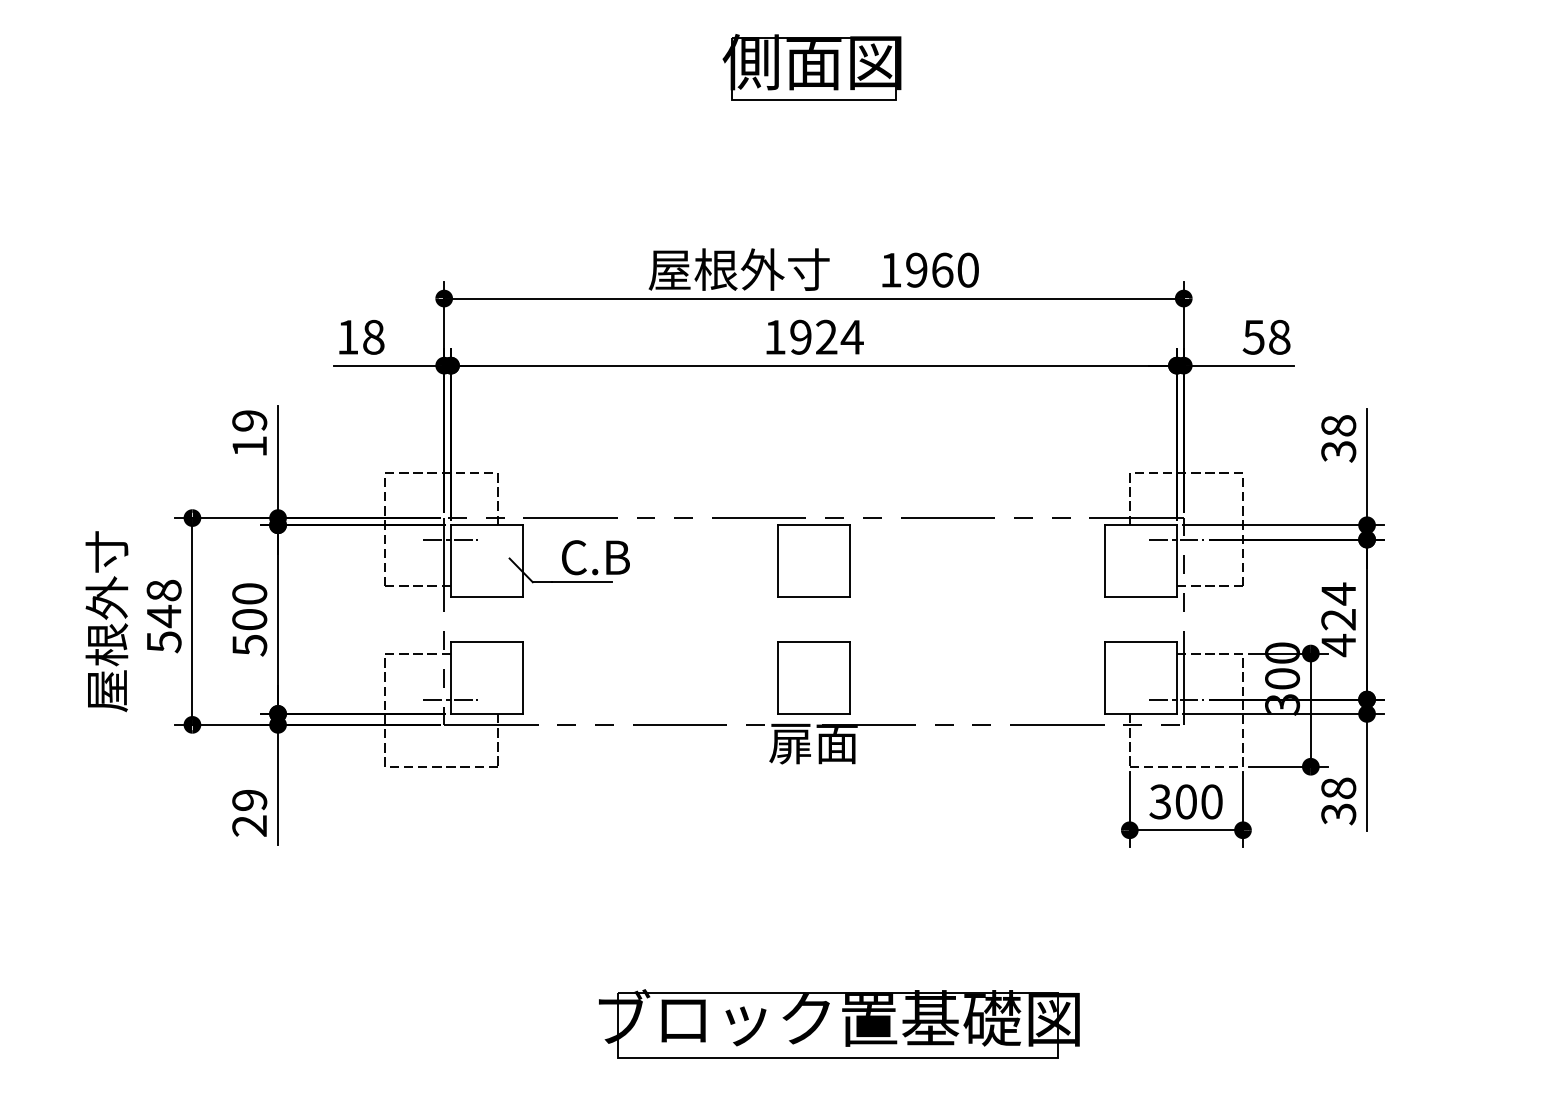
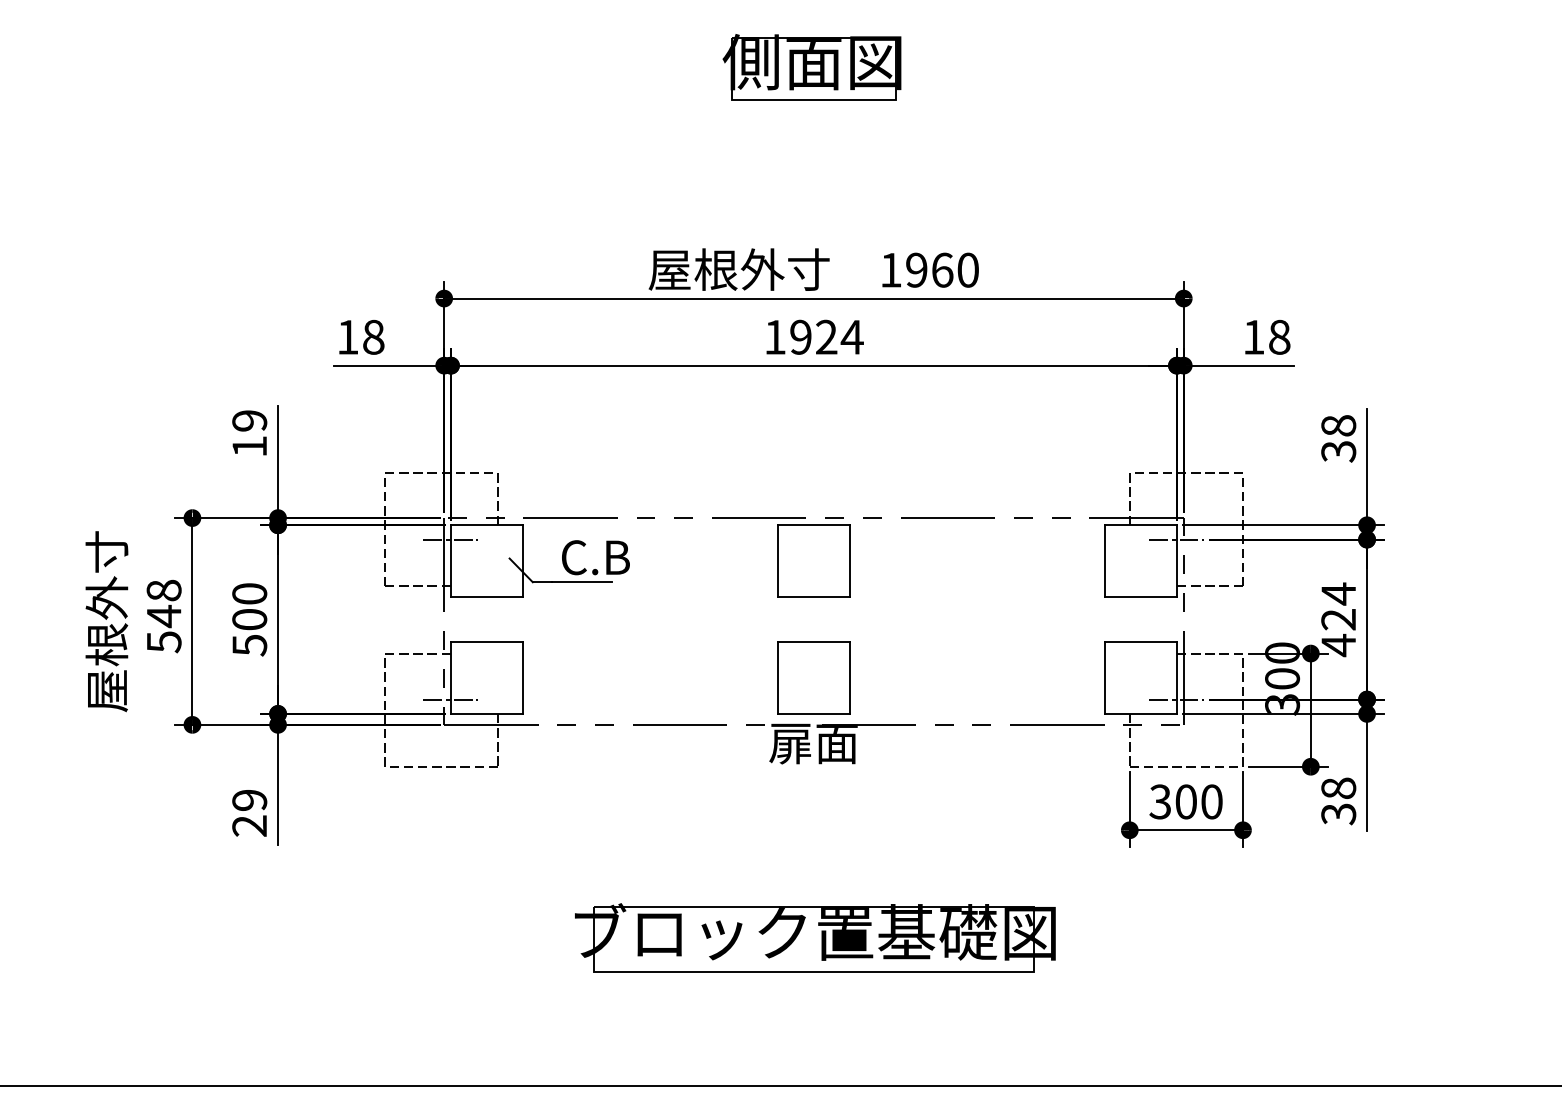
text at (1253, 337): 58 -> 18
part at (839, 1023) position: (839, 1023) -> (815, 937)
line at (780, 1086): none -> present
